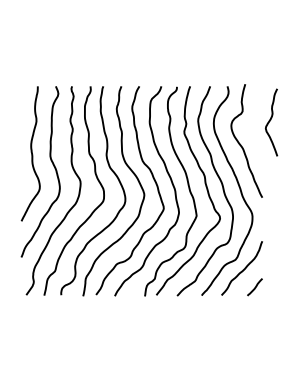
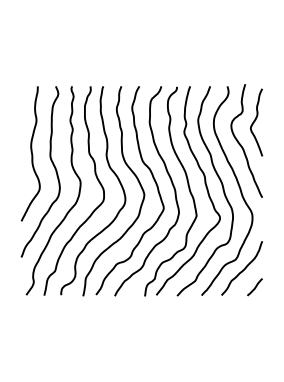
curve at (270, 121) position: (270, 121) -> (255, 121)
